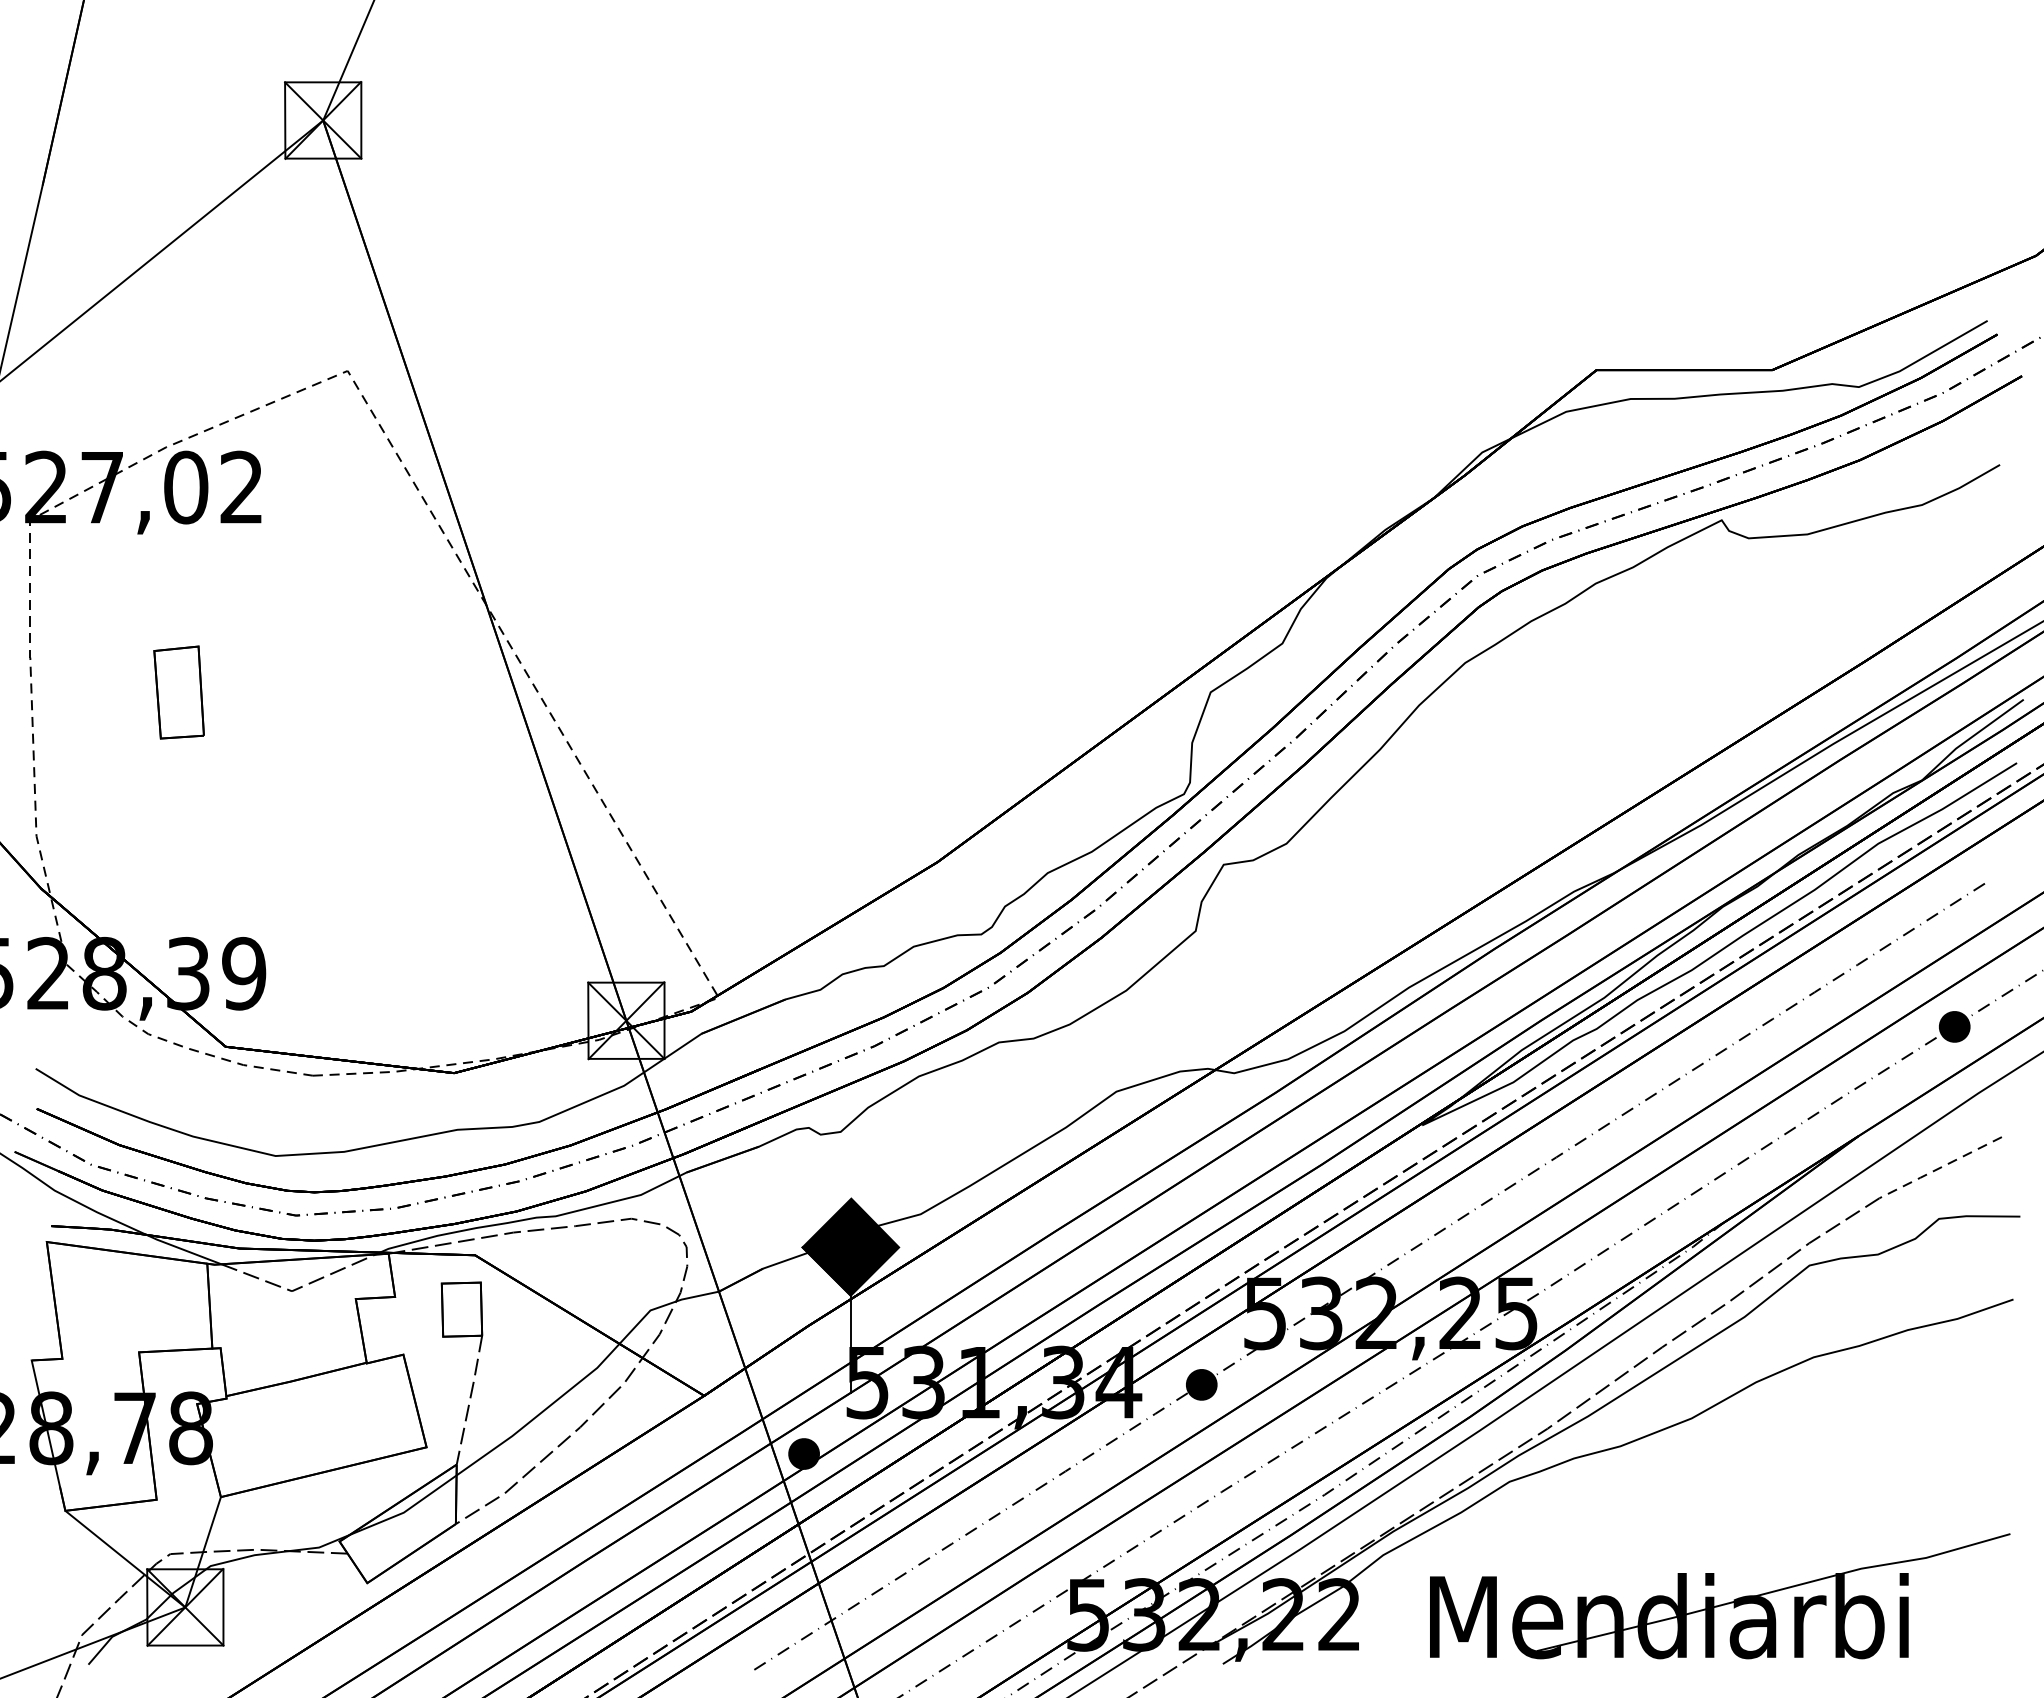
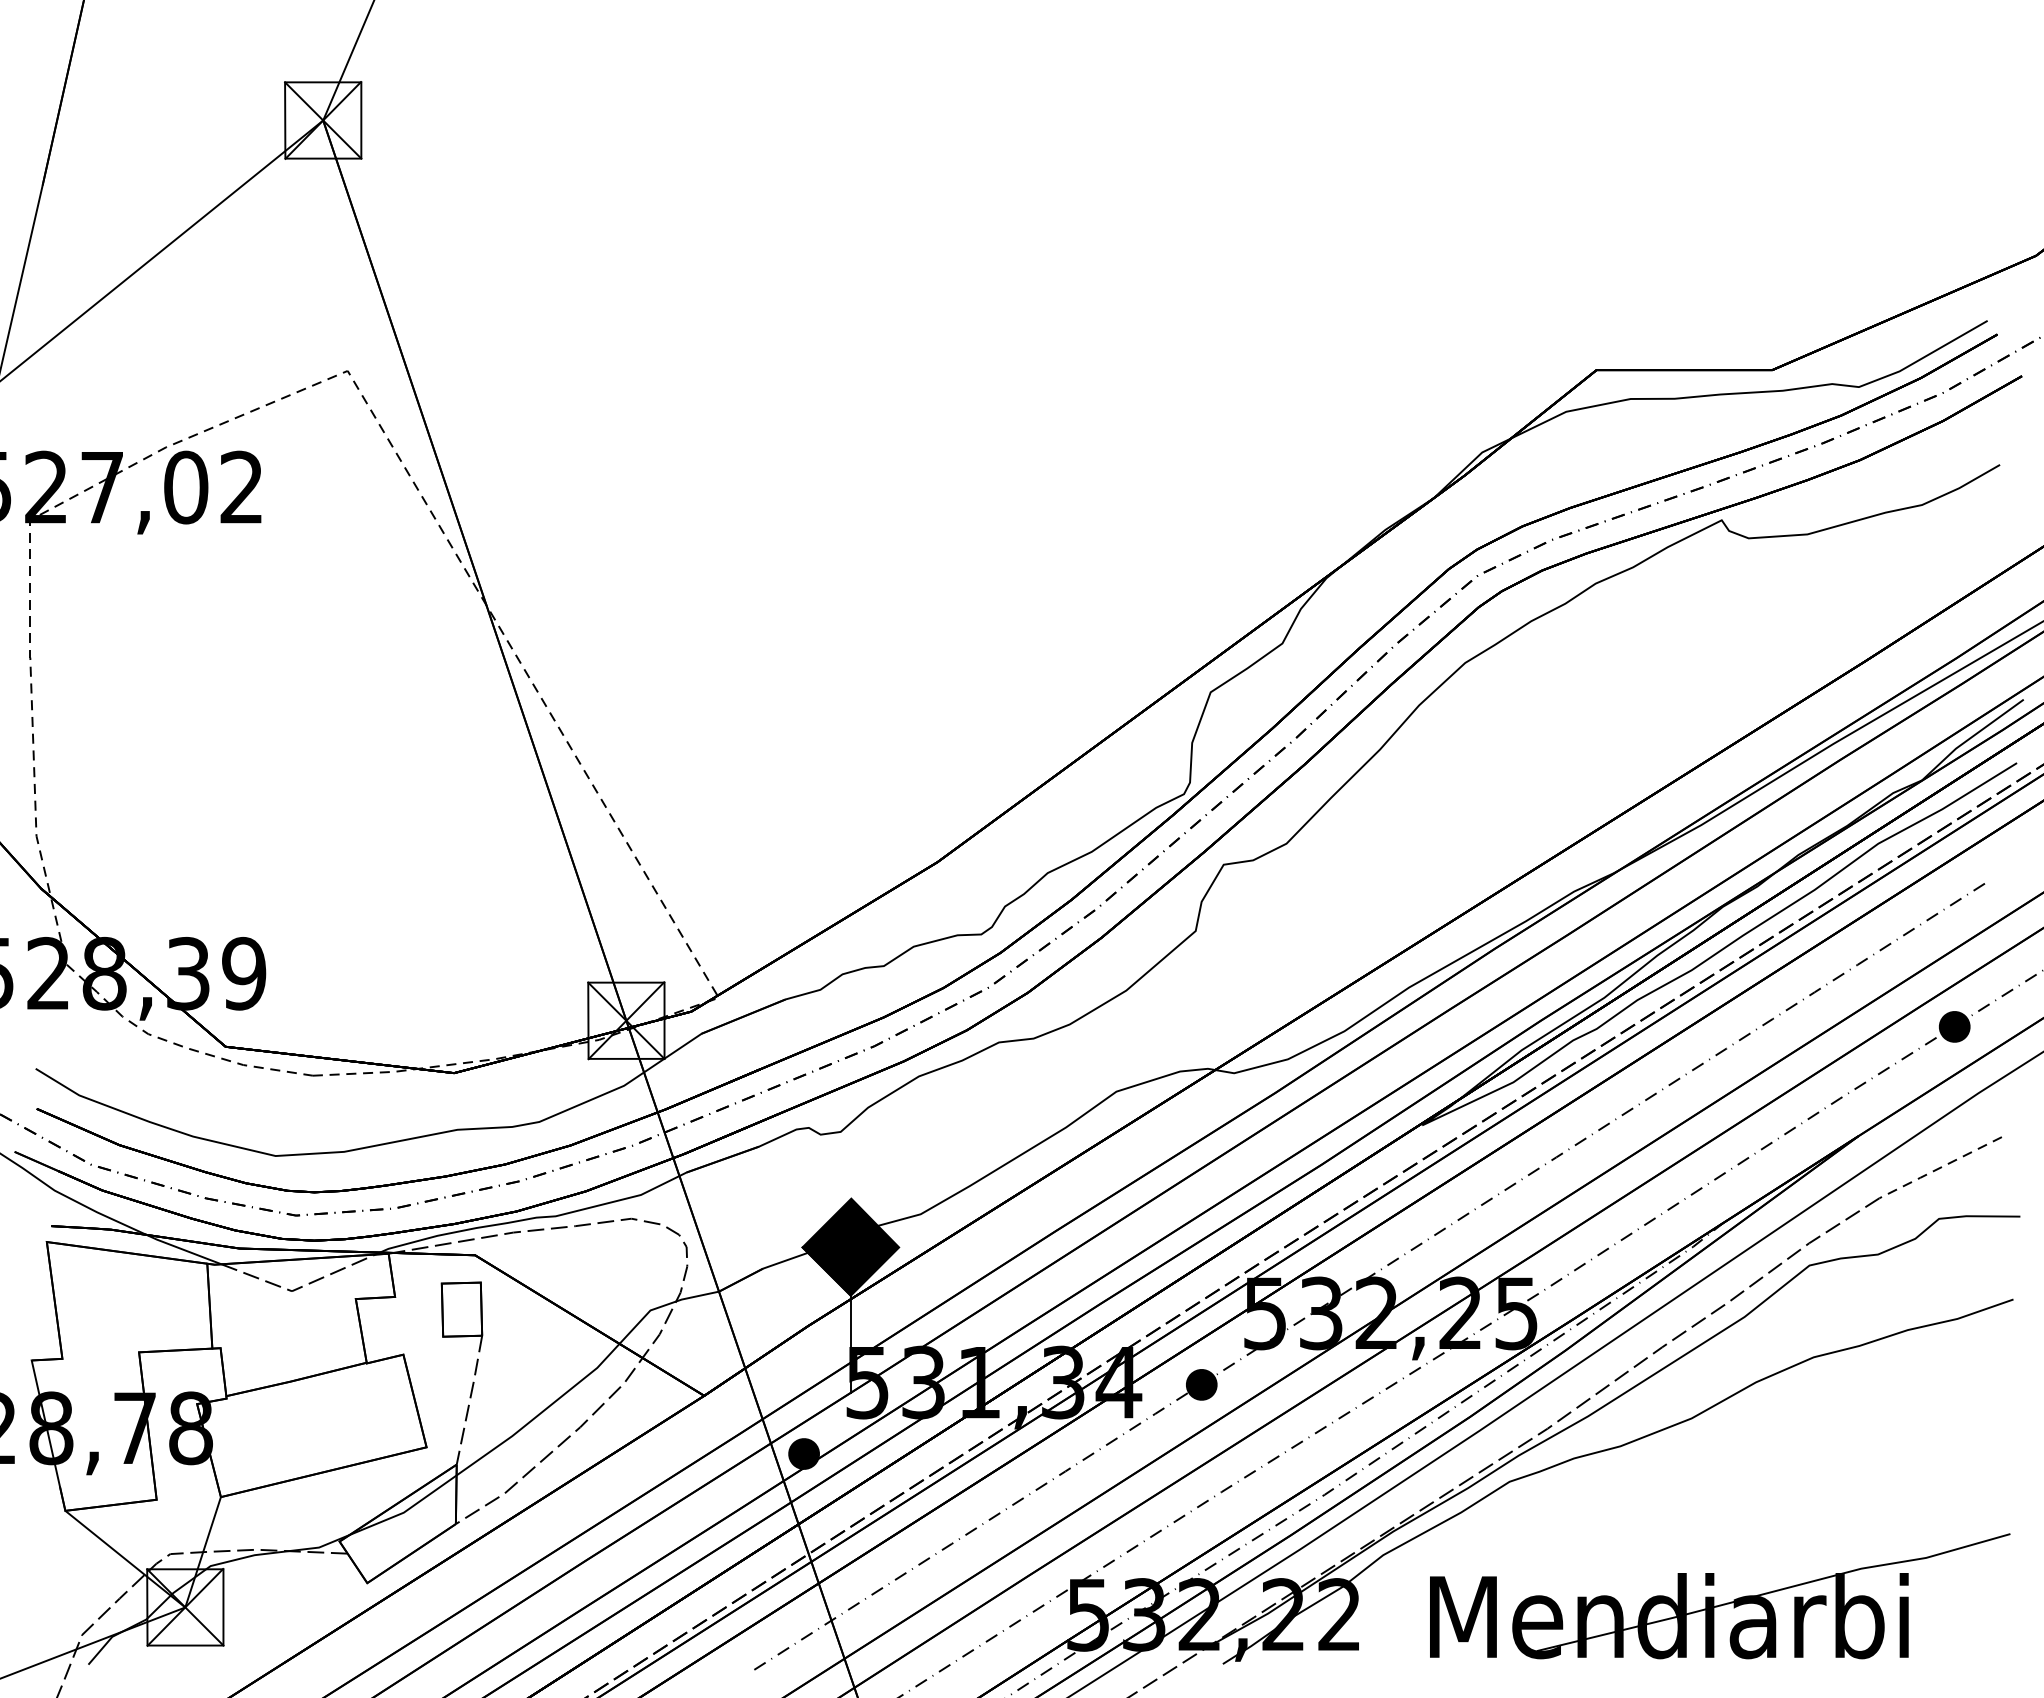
part at (178, 692): present -> none
